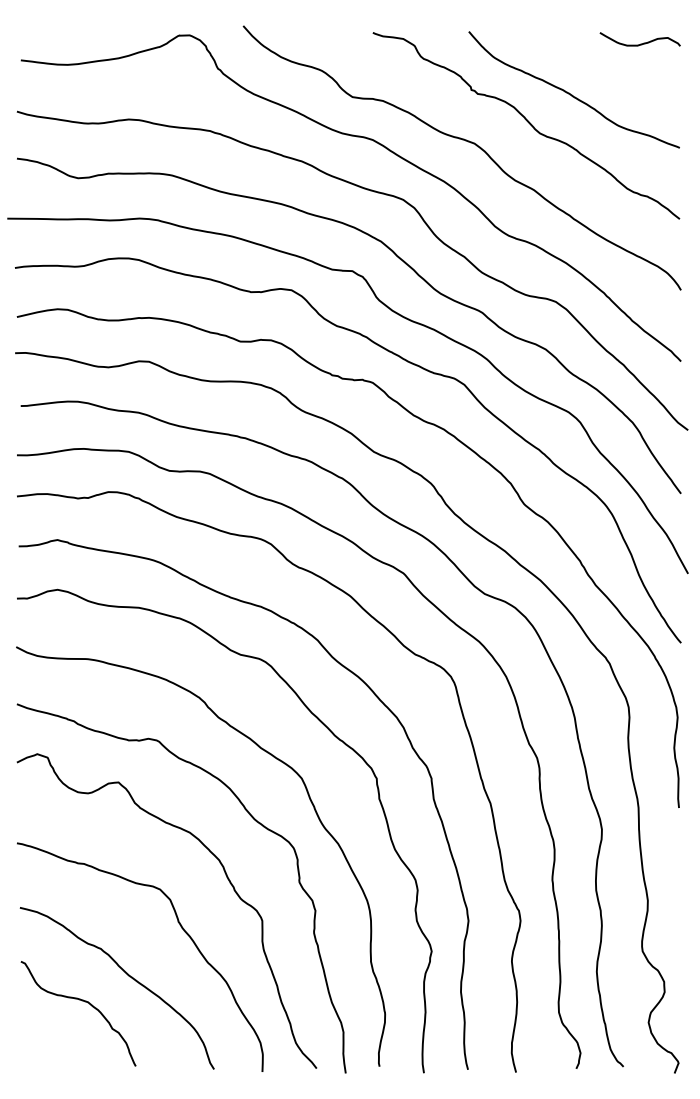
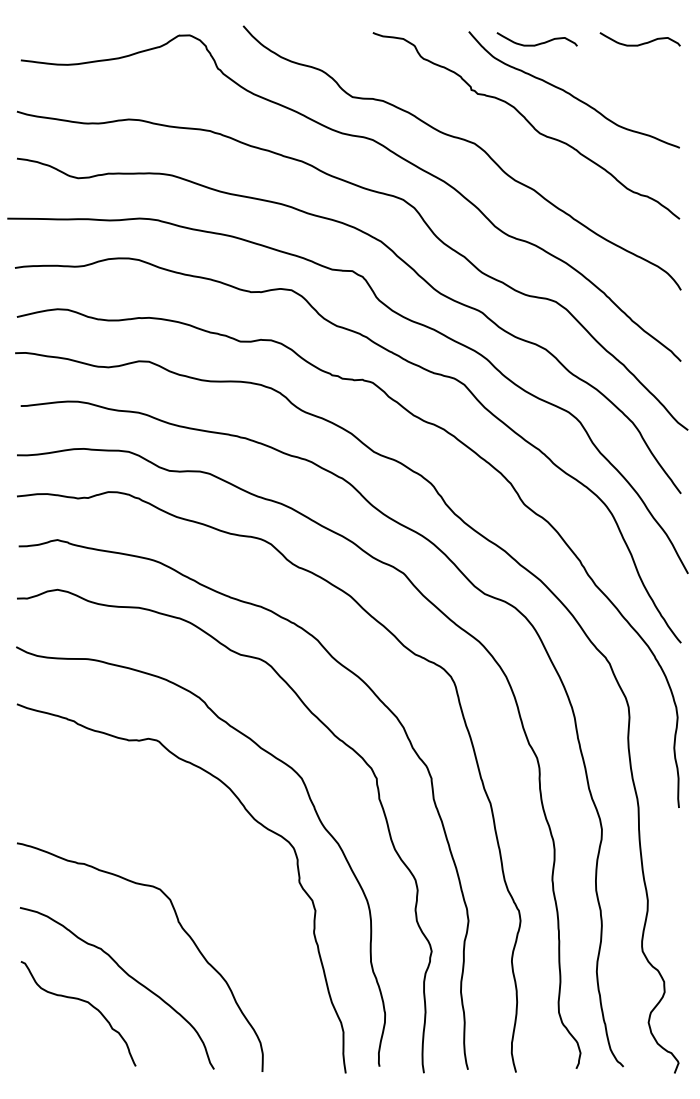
curve at (537, 43): none -> present
curve at (227, 879): present -> none
